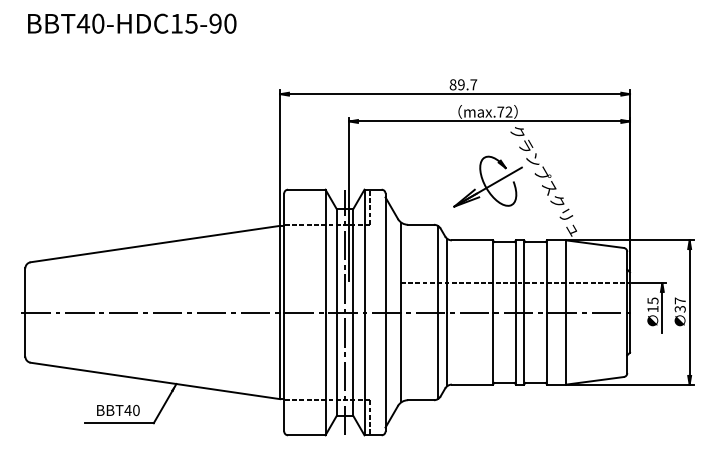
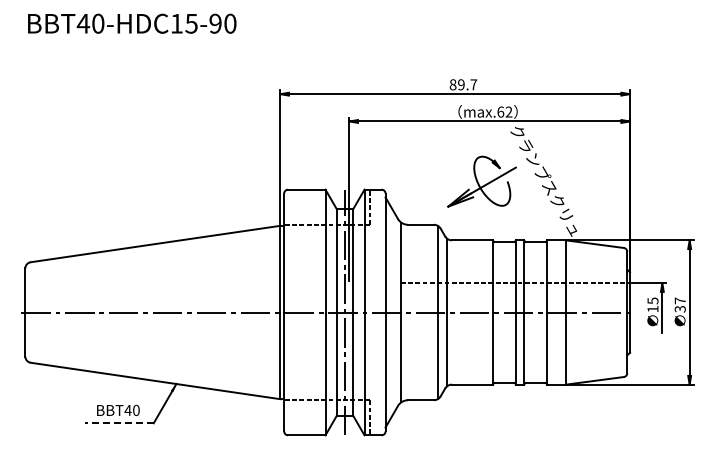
text at (500, 111): max.72 -> max.62
part at (487, 181) position: (487, 181) -> (481, 181)
line at (119, 423): solid -> dashed
